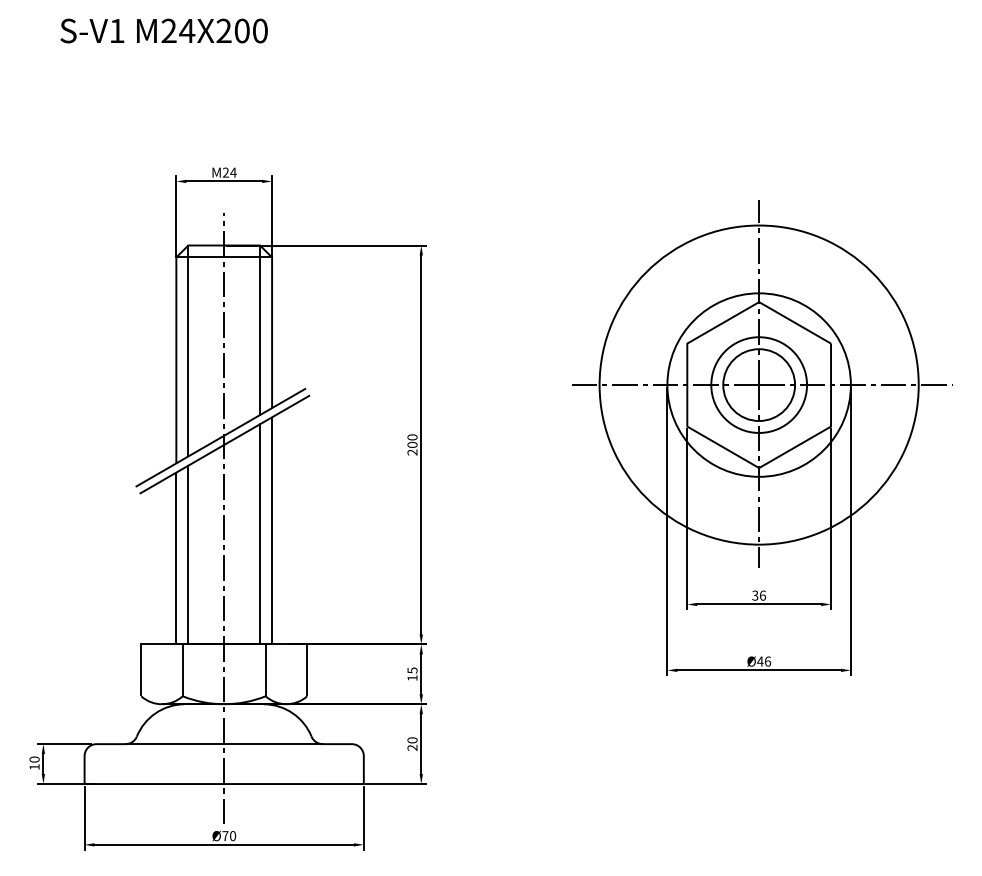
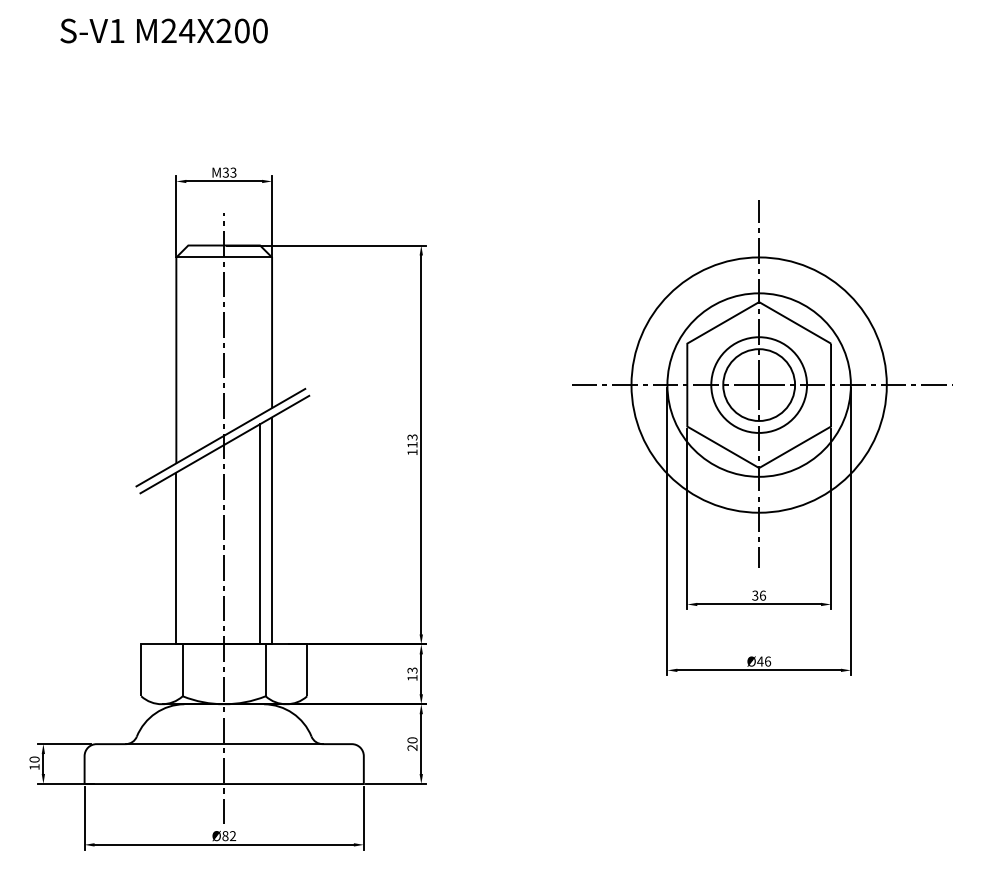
text at (229, 172): 24 -> 33
line at (260, 330): present -> none
line at (188, 350): present -> none
circle at (758, 384) diameter: 319 px -> 255 px
text at (412, 444): 200 -> 113
line at (188, 554): present -> none
text at (411, 670): 15 -> 13
text at (229, 836): Ø70 -> Ø82
